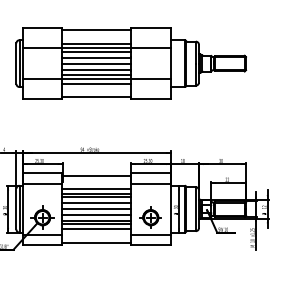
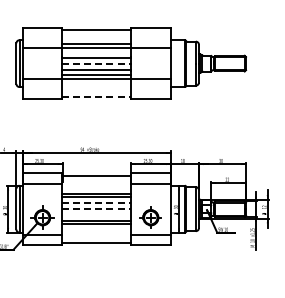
line at (96, 51): present -> none
line at (97, 63): solid -> dashed
line at (96, 83): present -> none
line at (97, 97): solid -> dashed
line at (96, 189): present -> none
line at (97, 203): solid -> dashed
line at (97, 209): solid -> dashed
line at (96, 215): present -> none
line at (96, 229): present -> none
